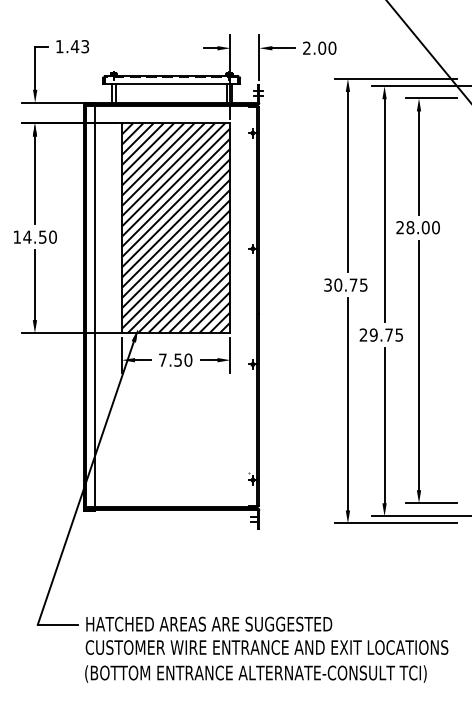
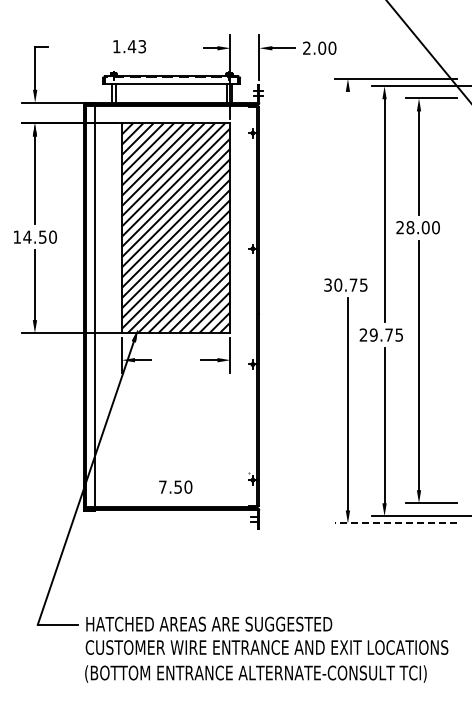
text at (72, 46) position: (72, 46) -> (129, 46)
line at (347, 181): present -> none
text at (175, 359) position: (175, 359) -> (175, 486)
line at (395, 523): solid -> dashed
